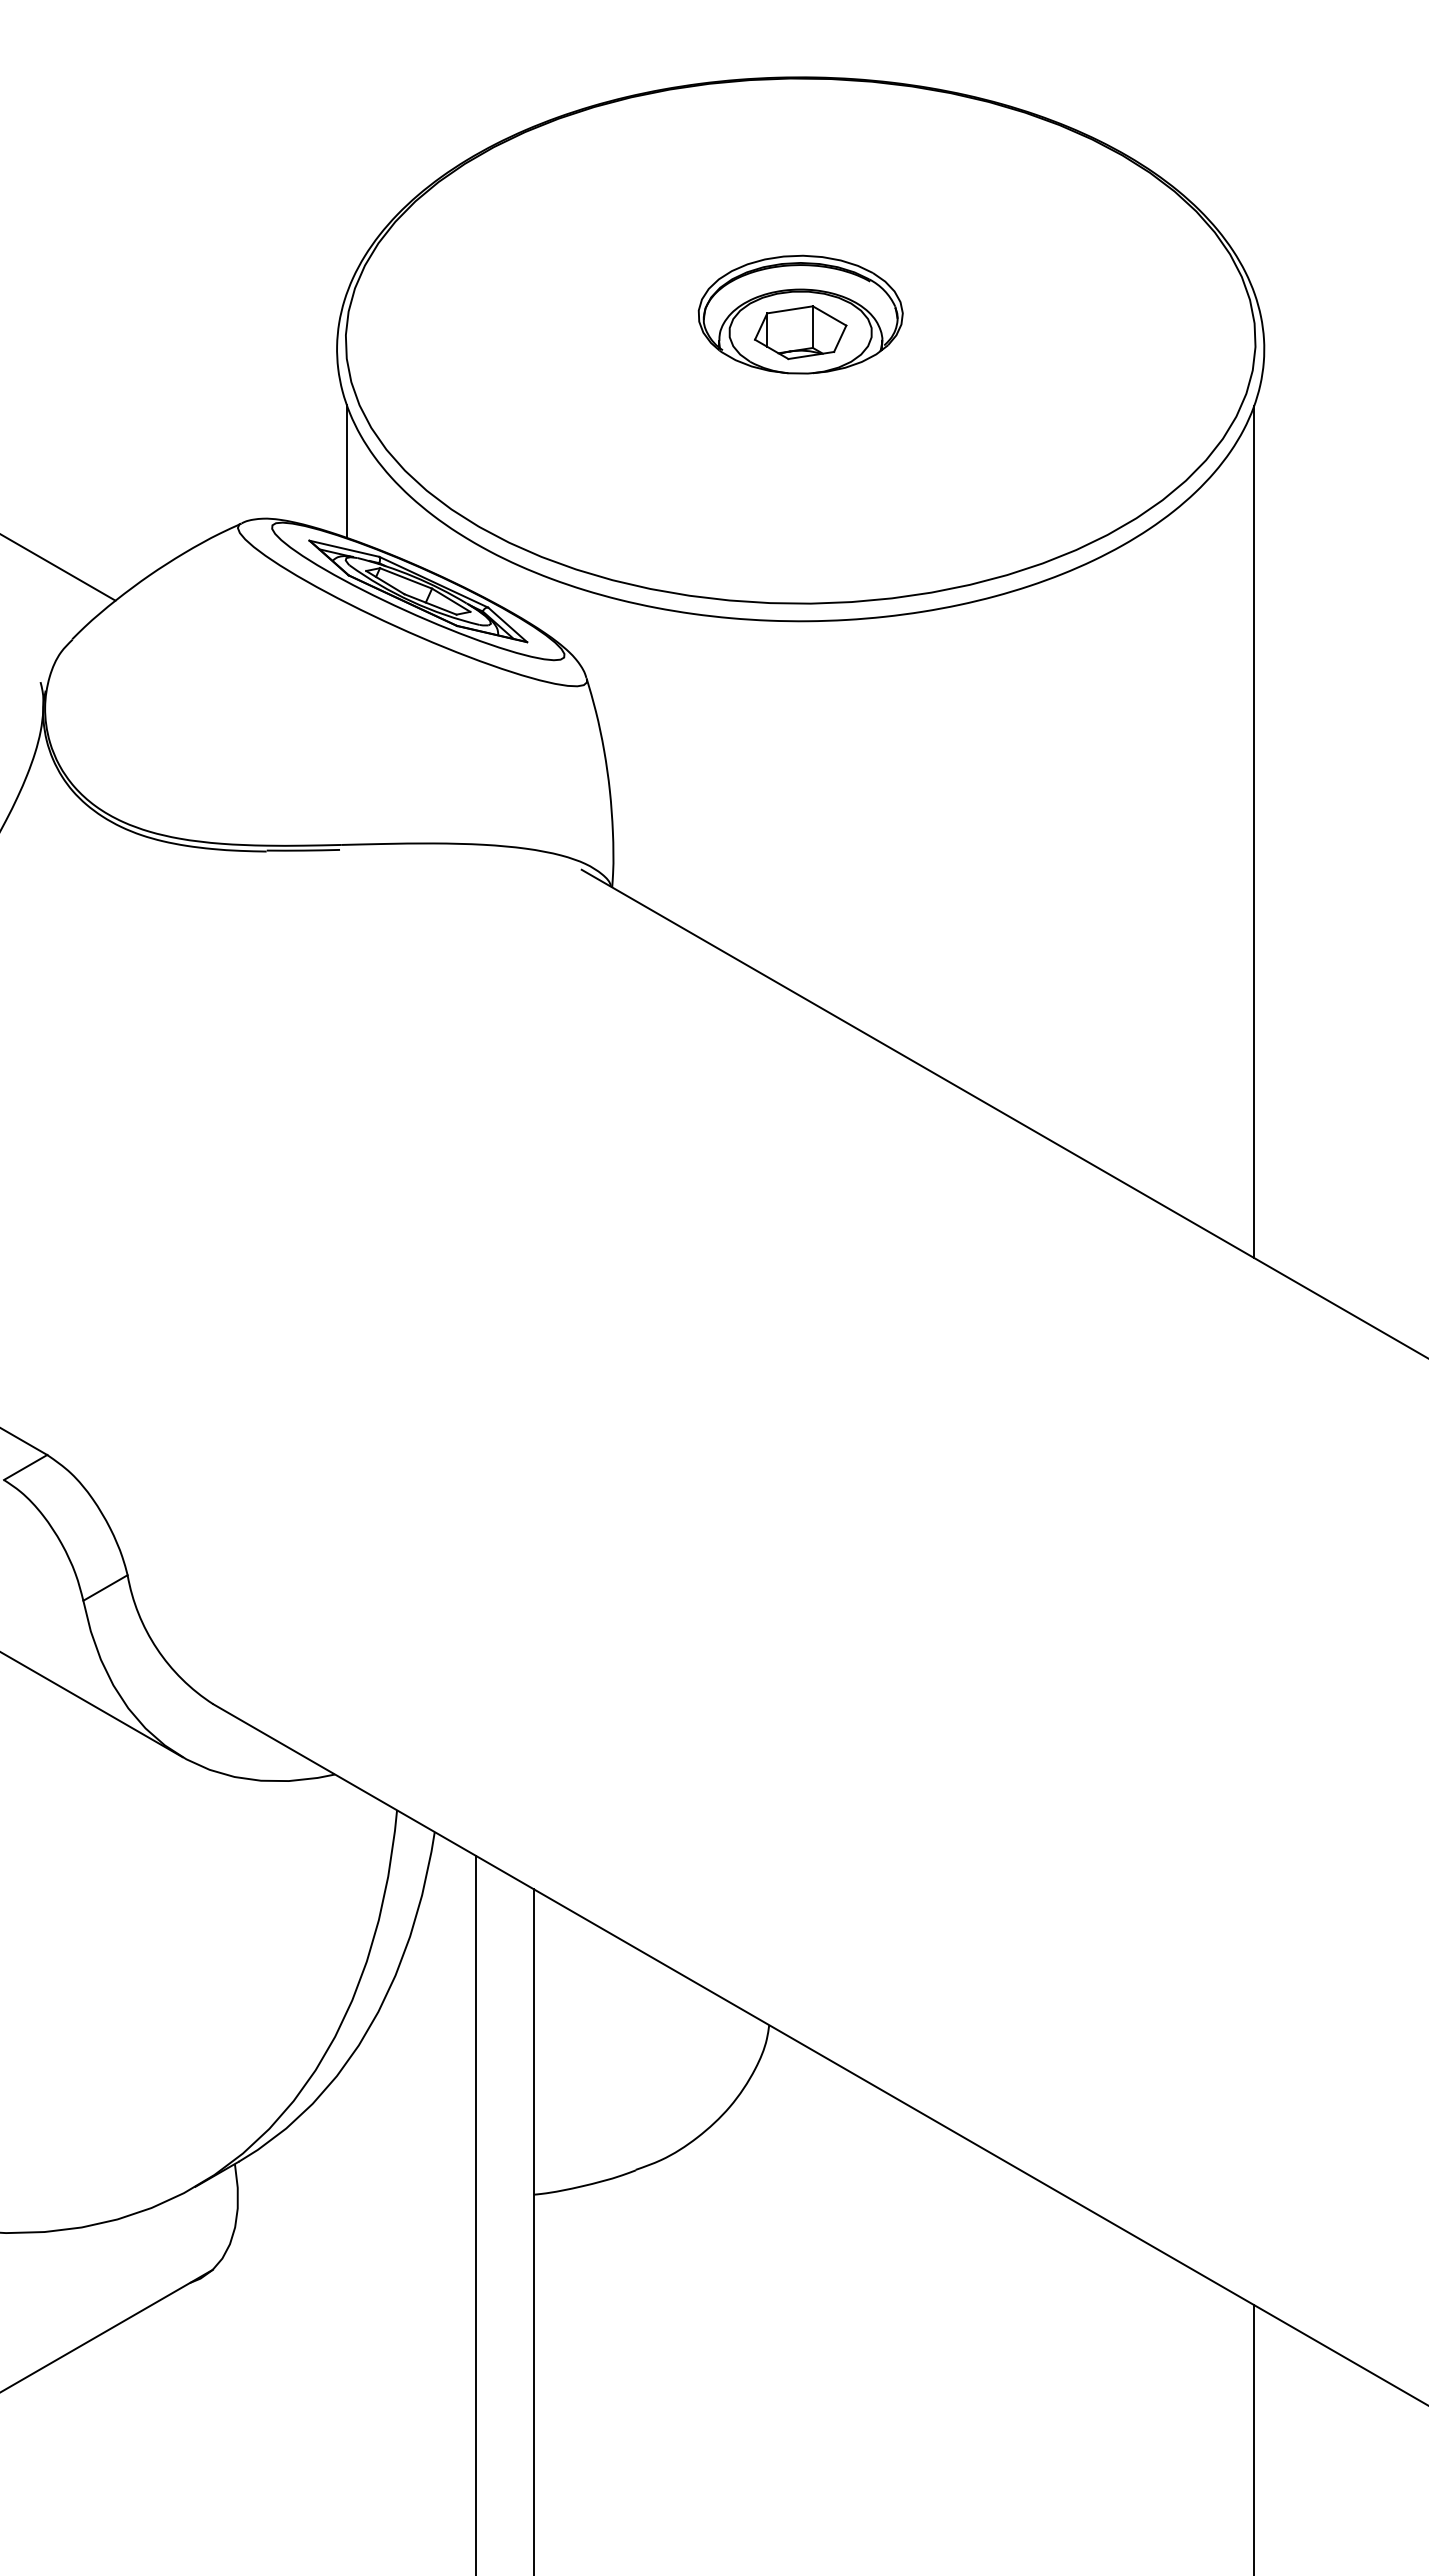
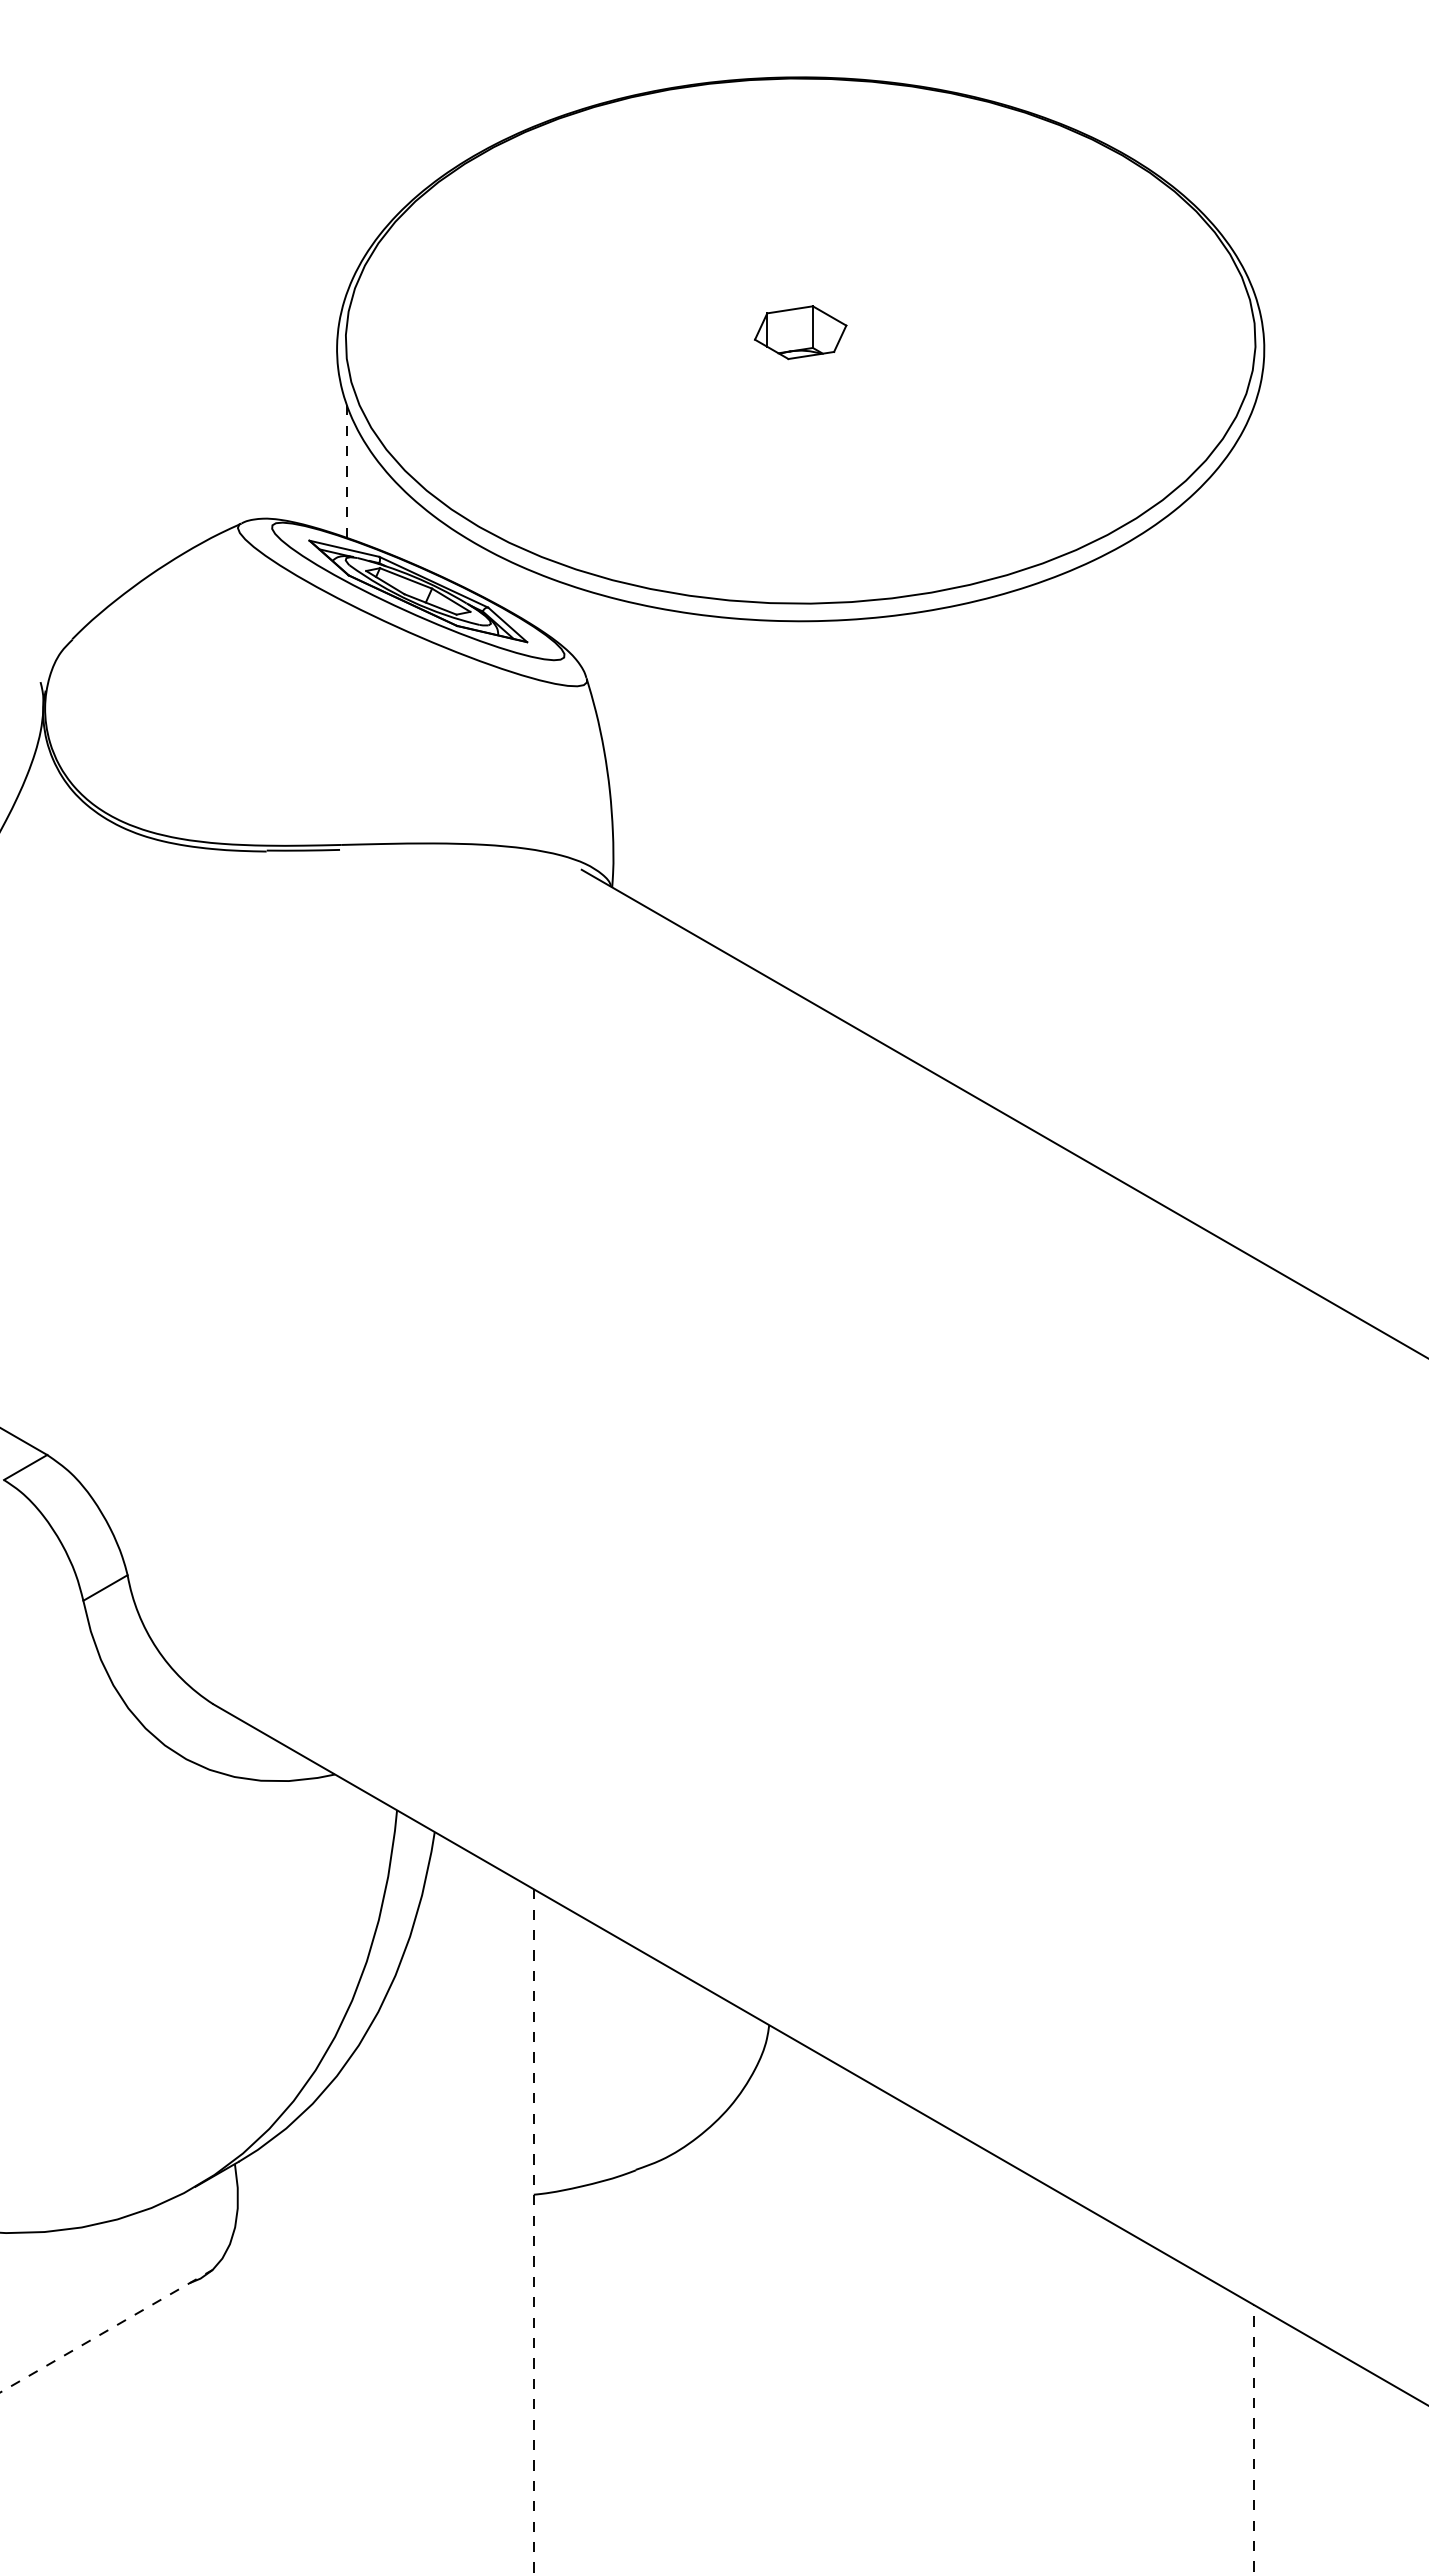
part at (800, 314): present -> none
line at (347, 472): solid -> dashed
line at (58, 567): present -> none
line at (1254, 831): present -> none
line at (92, 1705): present -> none
line at (476, 2213): present -> none
line at (533, 2232): solid -> dashed
line at (107, 2330): solid -> dashed
line at (1254, 2440): solid -> dashed
